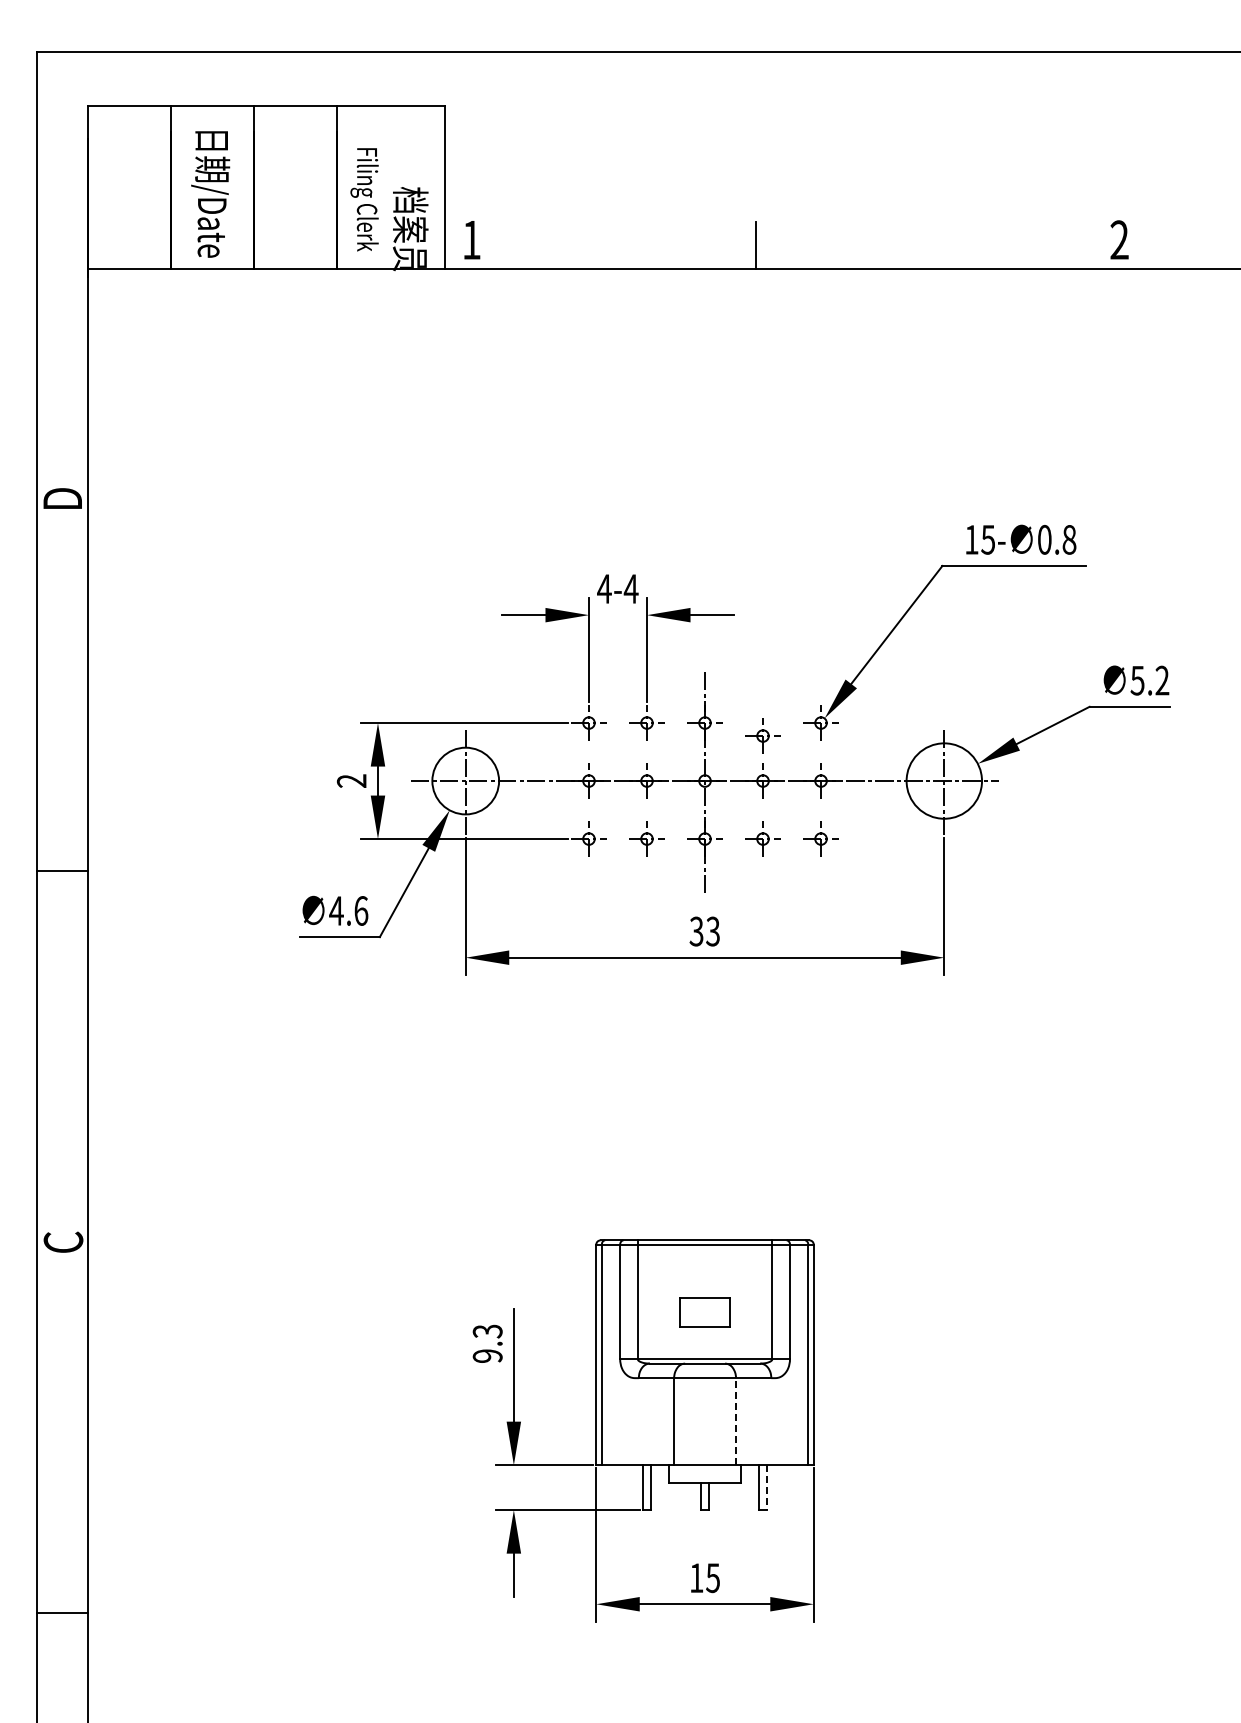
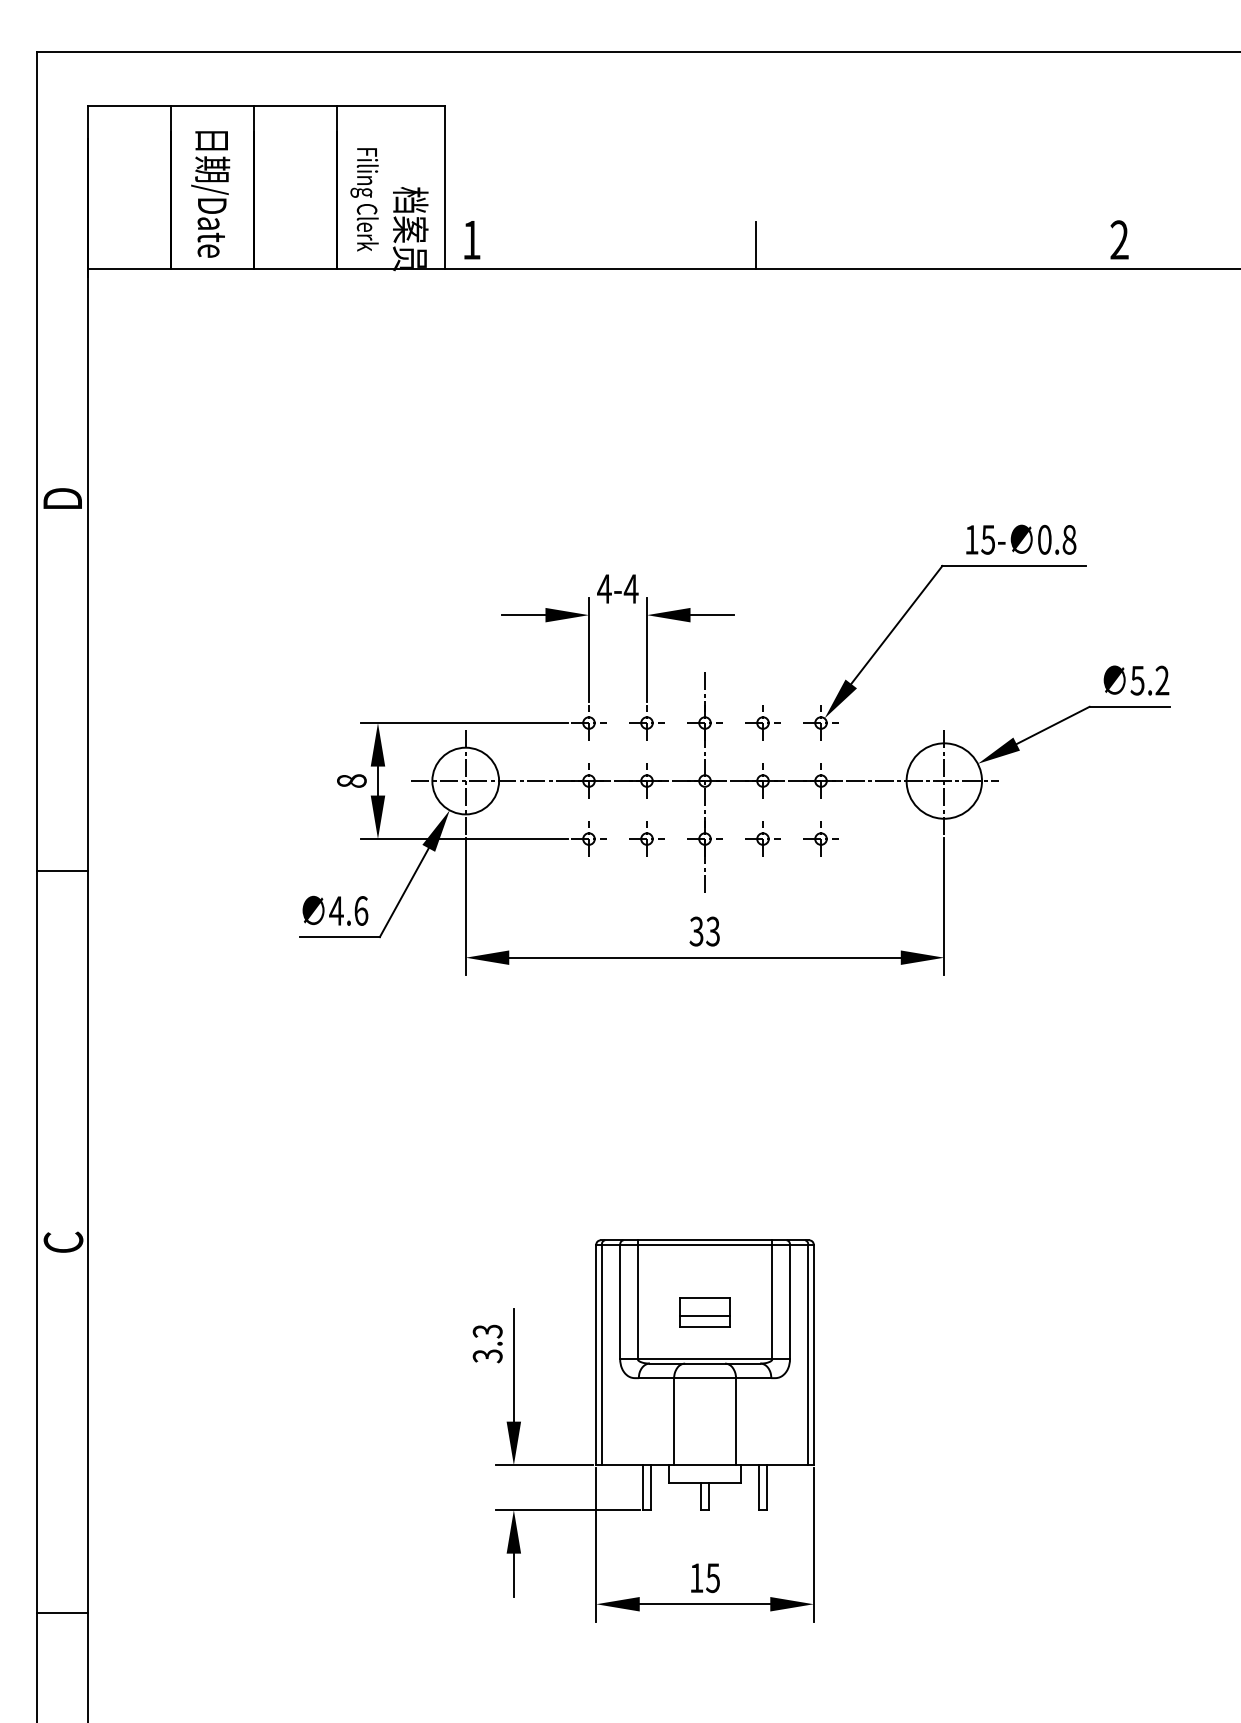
part at (762, 735) position: (762, 735) -> (762, 722)
text at (351, 780): 2 -> 8
line at (704, 1315): none -> present
text at (487, 1356): 9.3 -> 3.3
line at (736, 1421): dashed -> solid
line at (767, 1488): dashed -> solid
